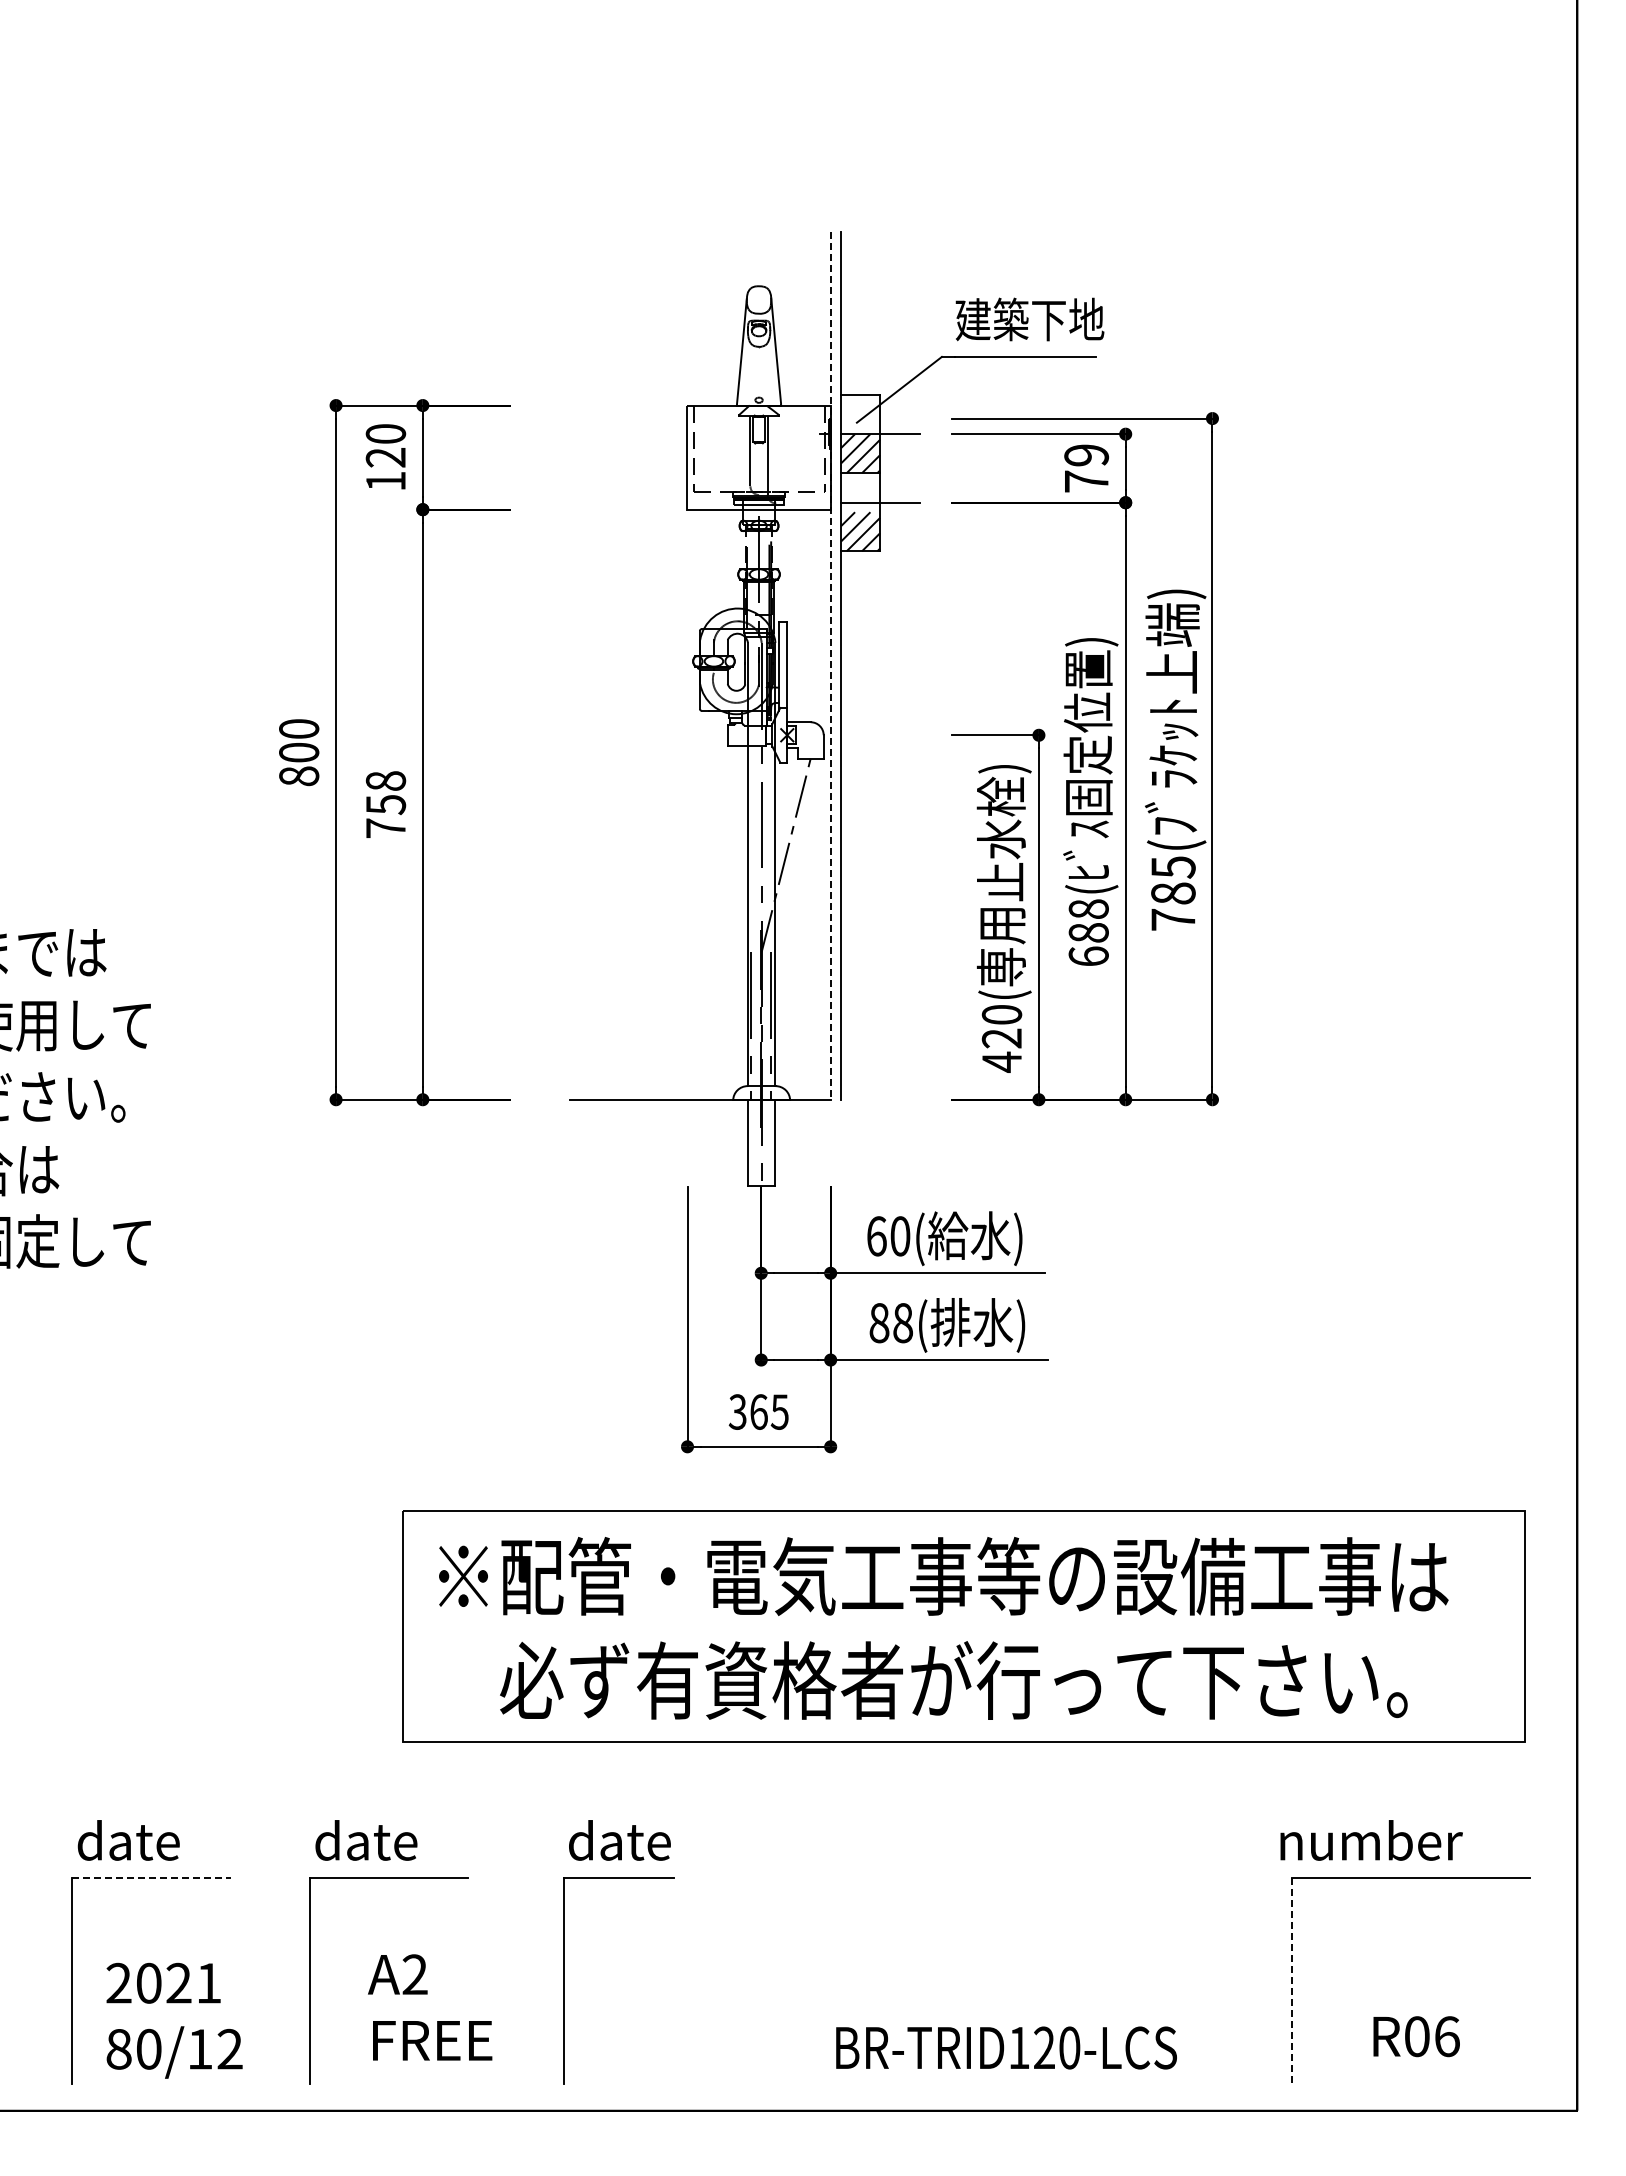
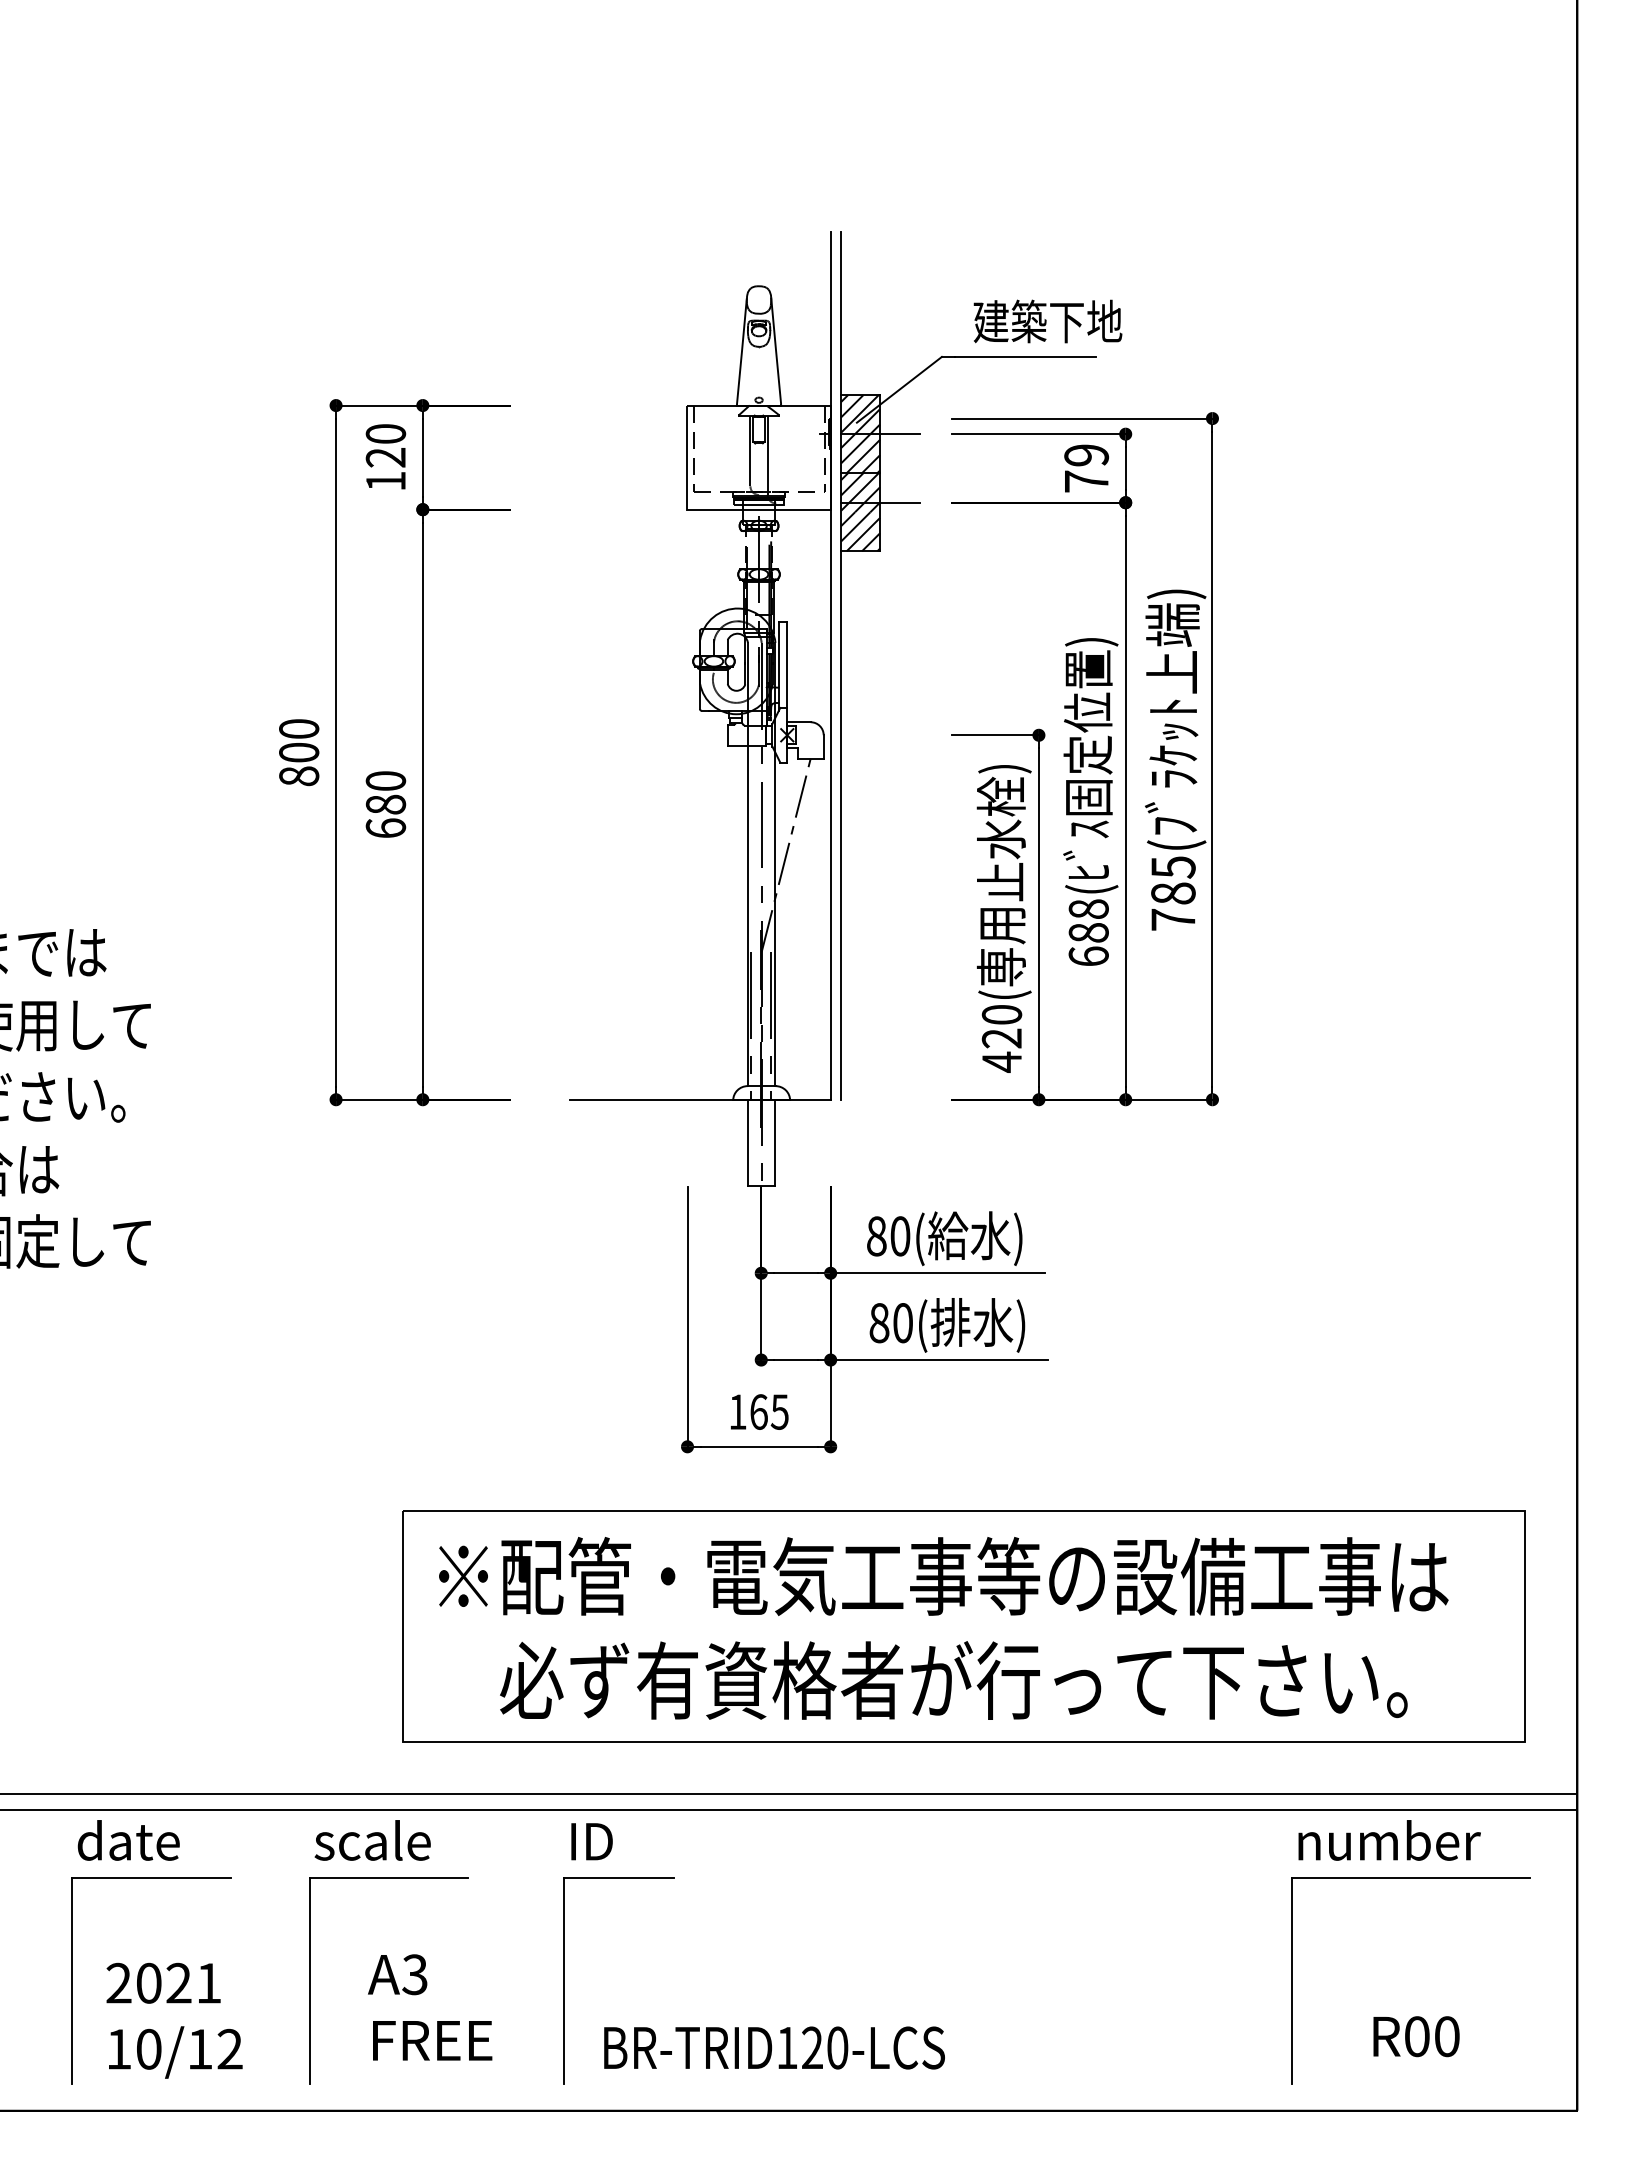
text at (1029, 319) position: (1029, 319) -> (1047, 321)
hatch at (860, 414): none -> present
hatch at (860, 492): none -> present
line at (830, 665): dashed -> solid
text at (385, 804): 758 -> 680
text at (876, 1236): 60( -> 80(
text at (902, 1323): 88( -> 80(
text at (737, 1411): 365 -> 165
line at (789, 1793): none -> present
line at (789, 1809): none -> present
text at (372, 1840): date -> scale
text at (619, 1840): date -> ID
text at (1371, 1840) position: (1371, 1840) -> (1389, 1840)
line at (152, 1878): dashed -> solid
text at (414, 1974): A2 -> A3
line at (1292, 1981): dashed -> solid
text at (1447, 2036): R06 -> R00
text at (1006, 2047) position: (1006, 2047) -> (774, 2047)
text at (118, 2049): 80/12 -> 10/12
